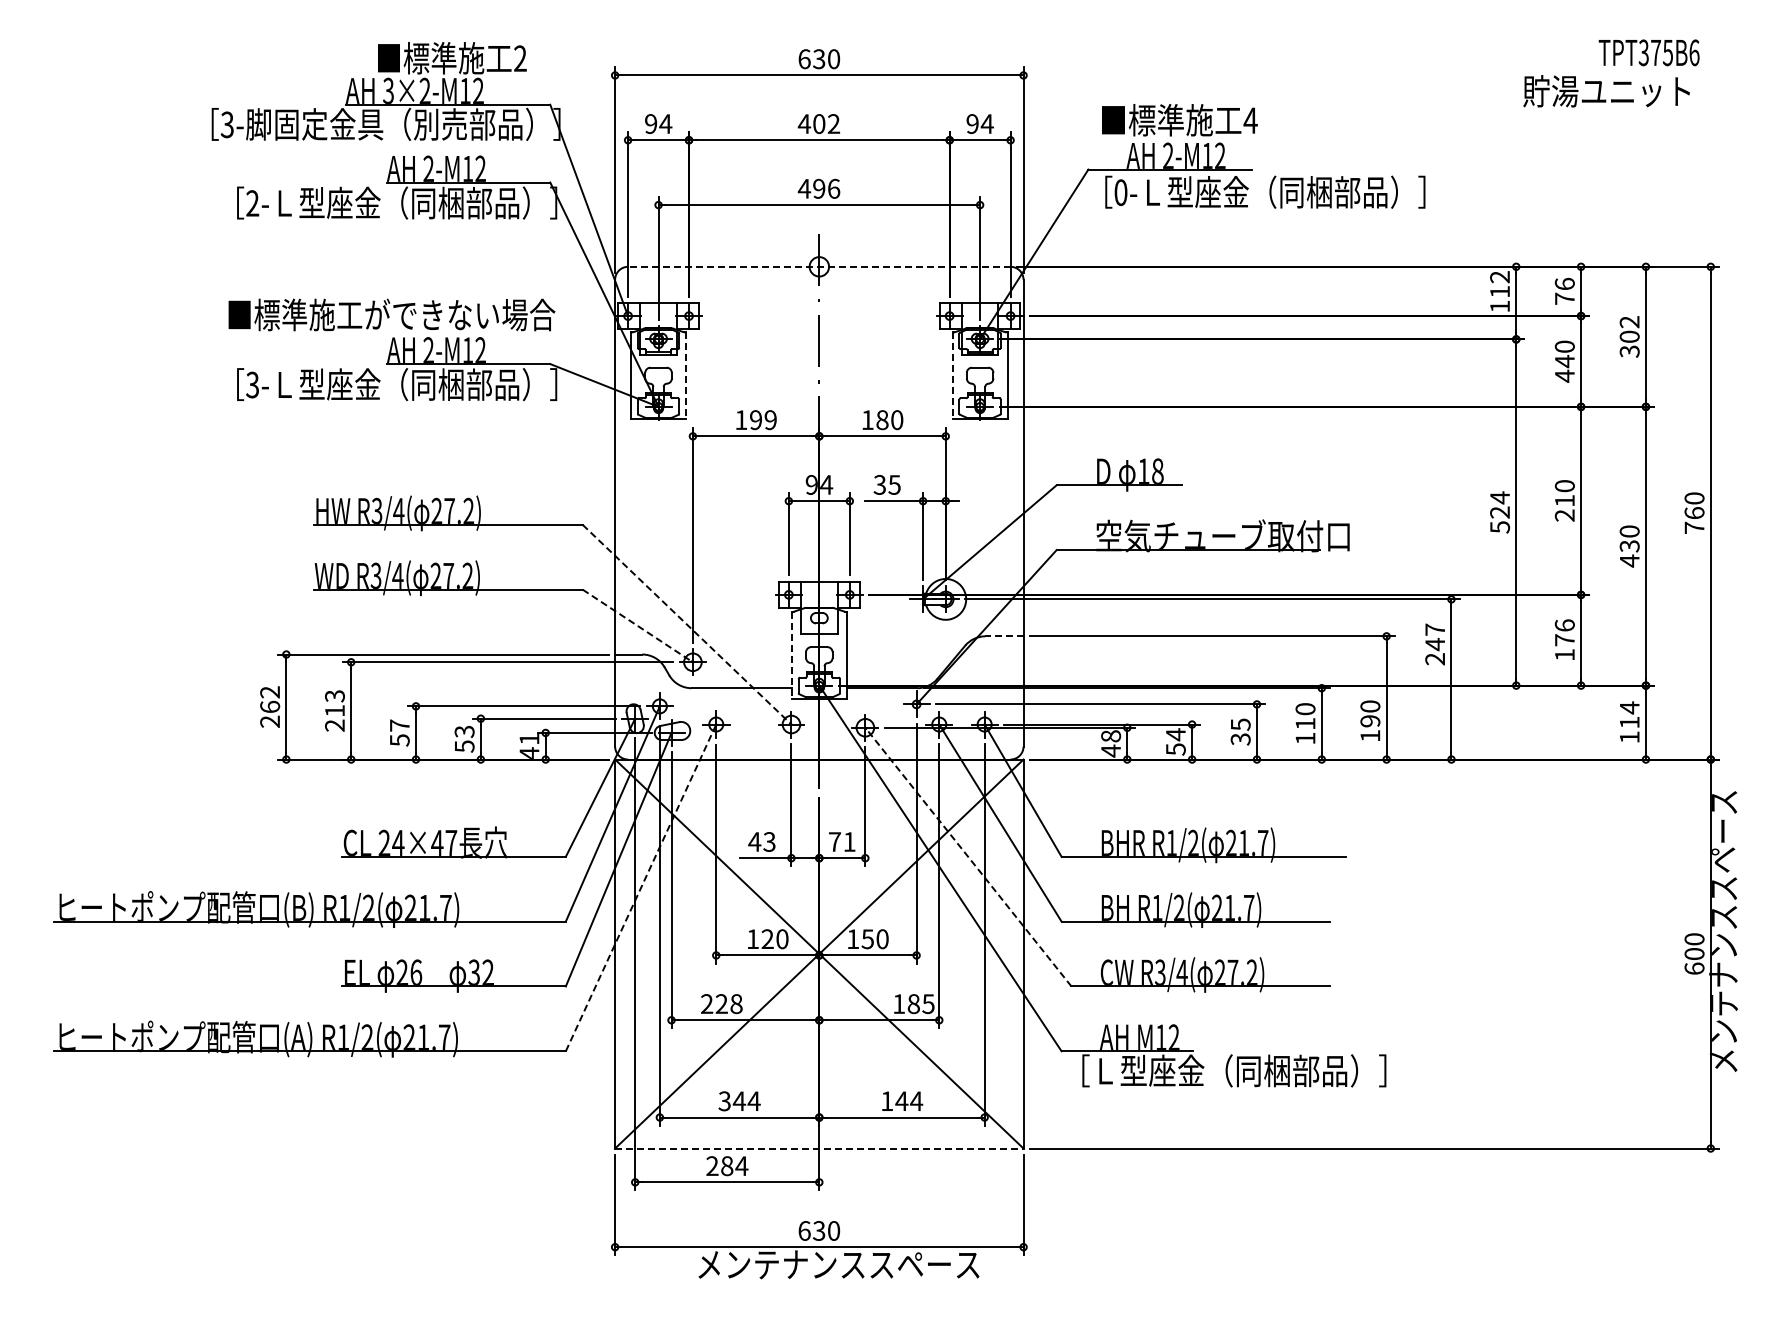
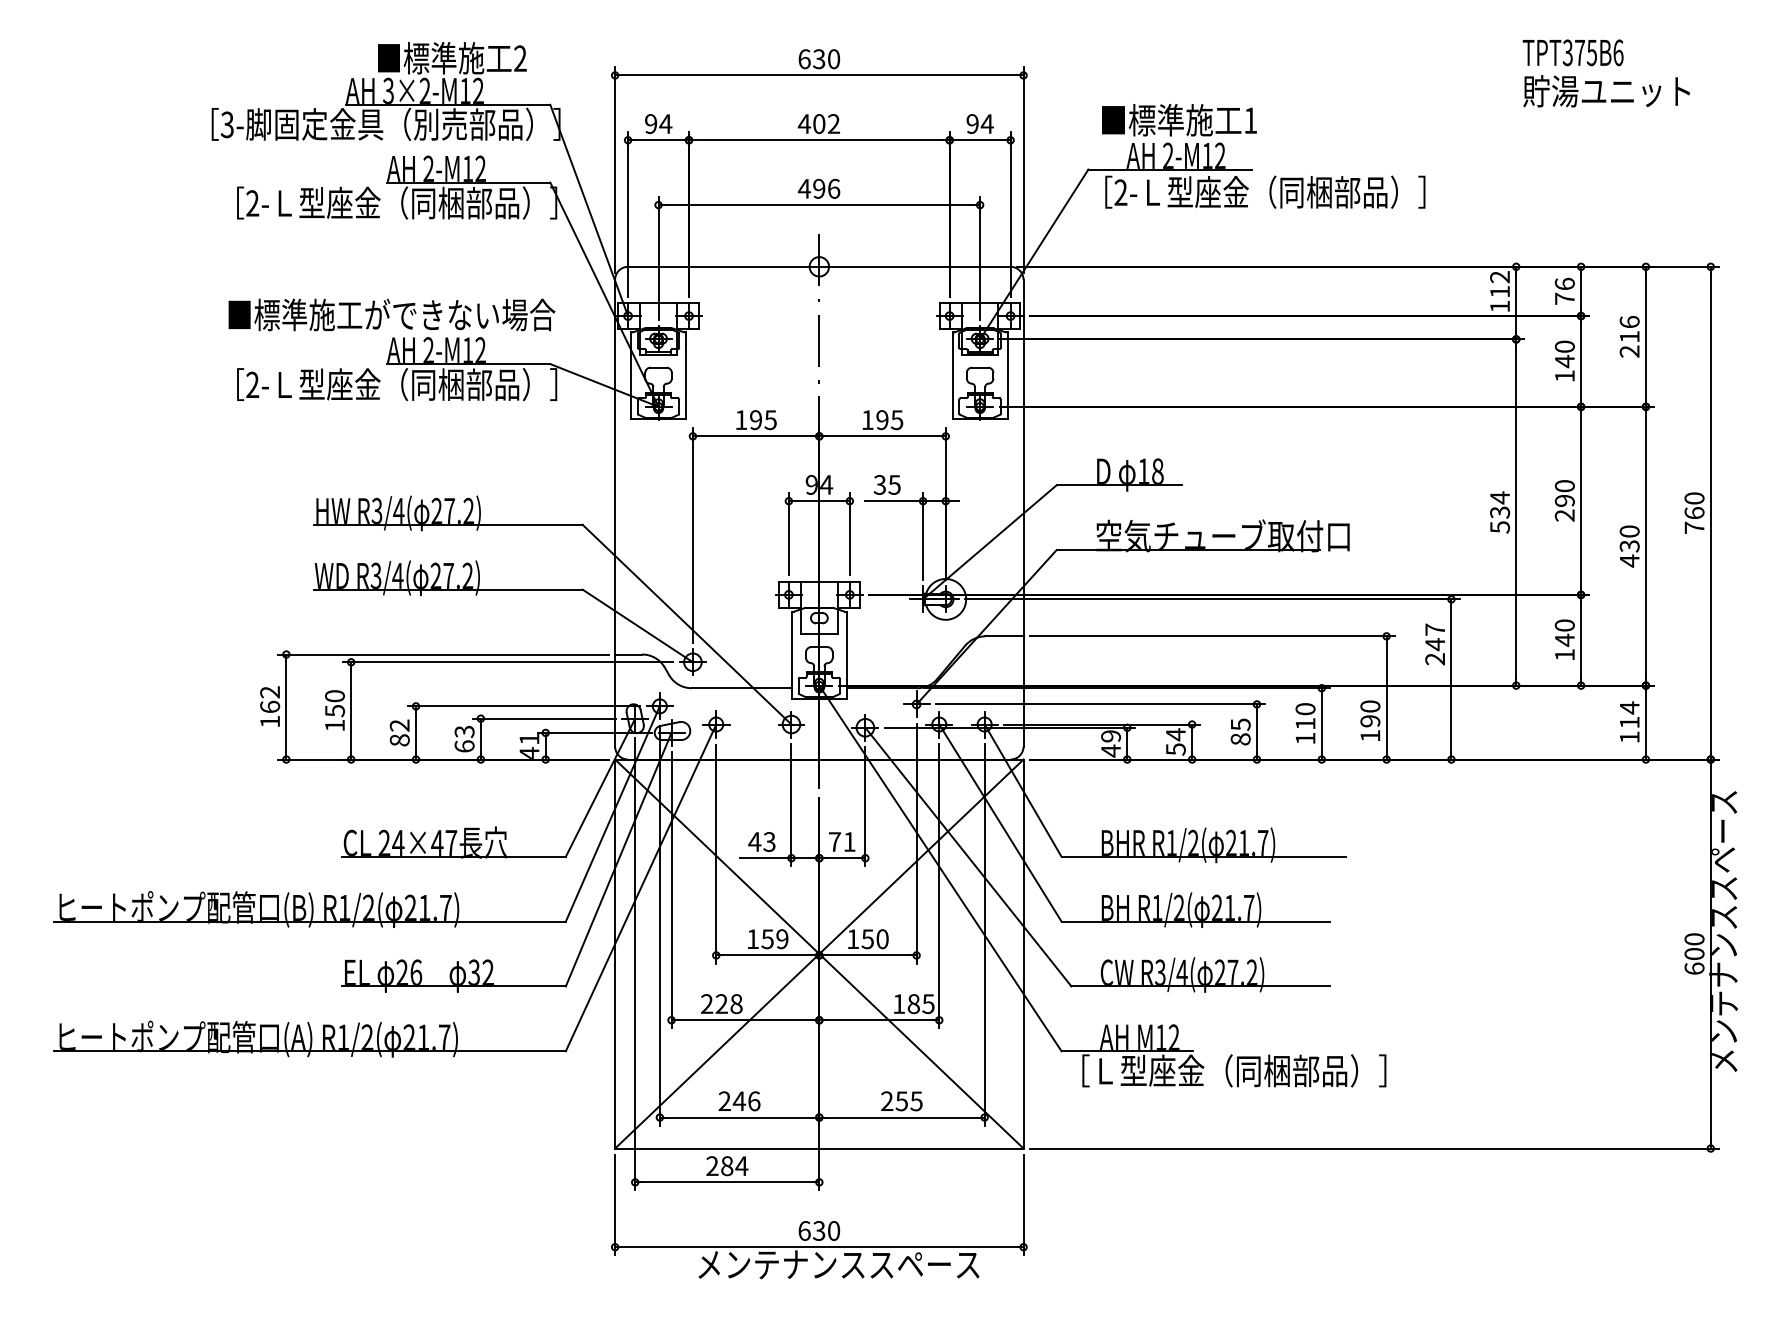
text at (1648, 52) position: (1648, 52) -> (1572, 52)
text at (1250, 120): 4 -> 1
text at (1120, 192): 0- -> 2-
line at (818, 266): dashed -> solid
text at (1629, 336): 302 -> 216
text at (1564, 375): 440 -> 140
line at (686, 376): dashed -> solid
line at (952, 376): dashed -> solid
text at (252, 385): 3- -> 2-
text at (770, 420): 199 -> 195
text at (889, 420): 180 -> 195
text at (1564, 500): 210 -> 290
text at (1500, 512): 524 -> 534
line at (637, 625): dashed -> solid
line at (687, 625): dashed -> solid
text at (1564, 632): 176 -> 140
line at (1003, 636): dashed -> solid
line at (791, 655): dashed -> solid
text at (334, 710): 213 -> 150
text at (269, 721): 262 -> 162
text at (399, 732): 57 -> 82
text at (1111, 736): 48 -> 49
text at (1240, 739): 35 -> 85
text at (464, 746): 53 -> 63
line at (968, 856): dashed -> solid
line at (641, 887): dashed -> solid
text at (774, 939): 120 -> 159
text at (739, 1101): 344 -> 246
text at (902, 1101): 144 -> 255
line at (819, 1148): dashed -> solid
